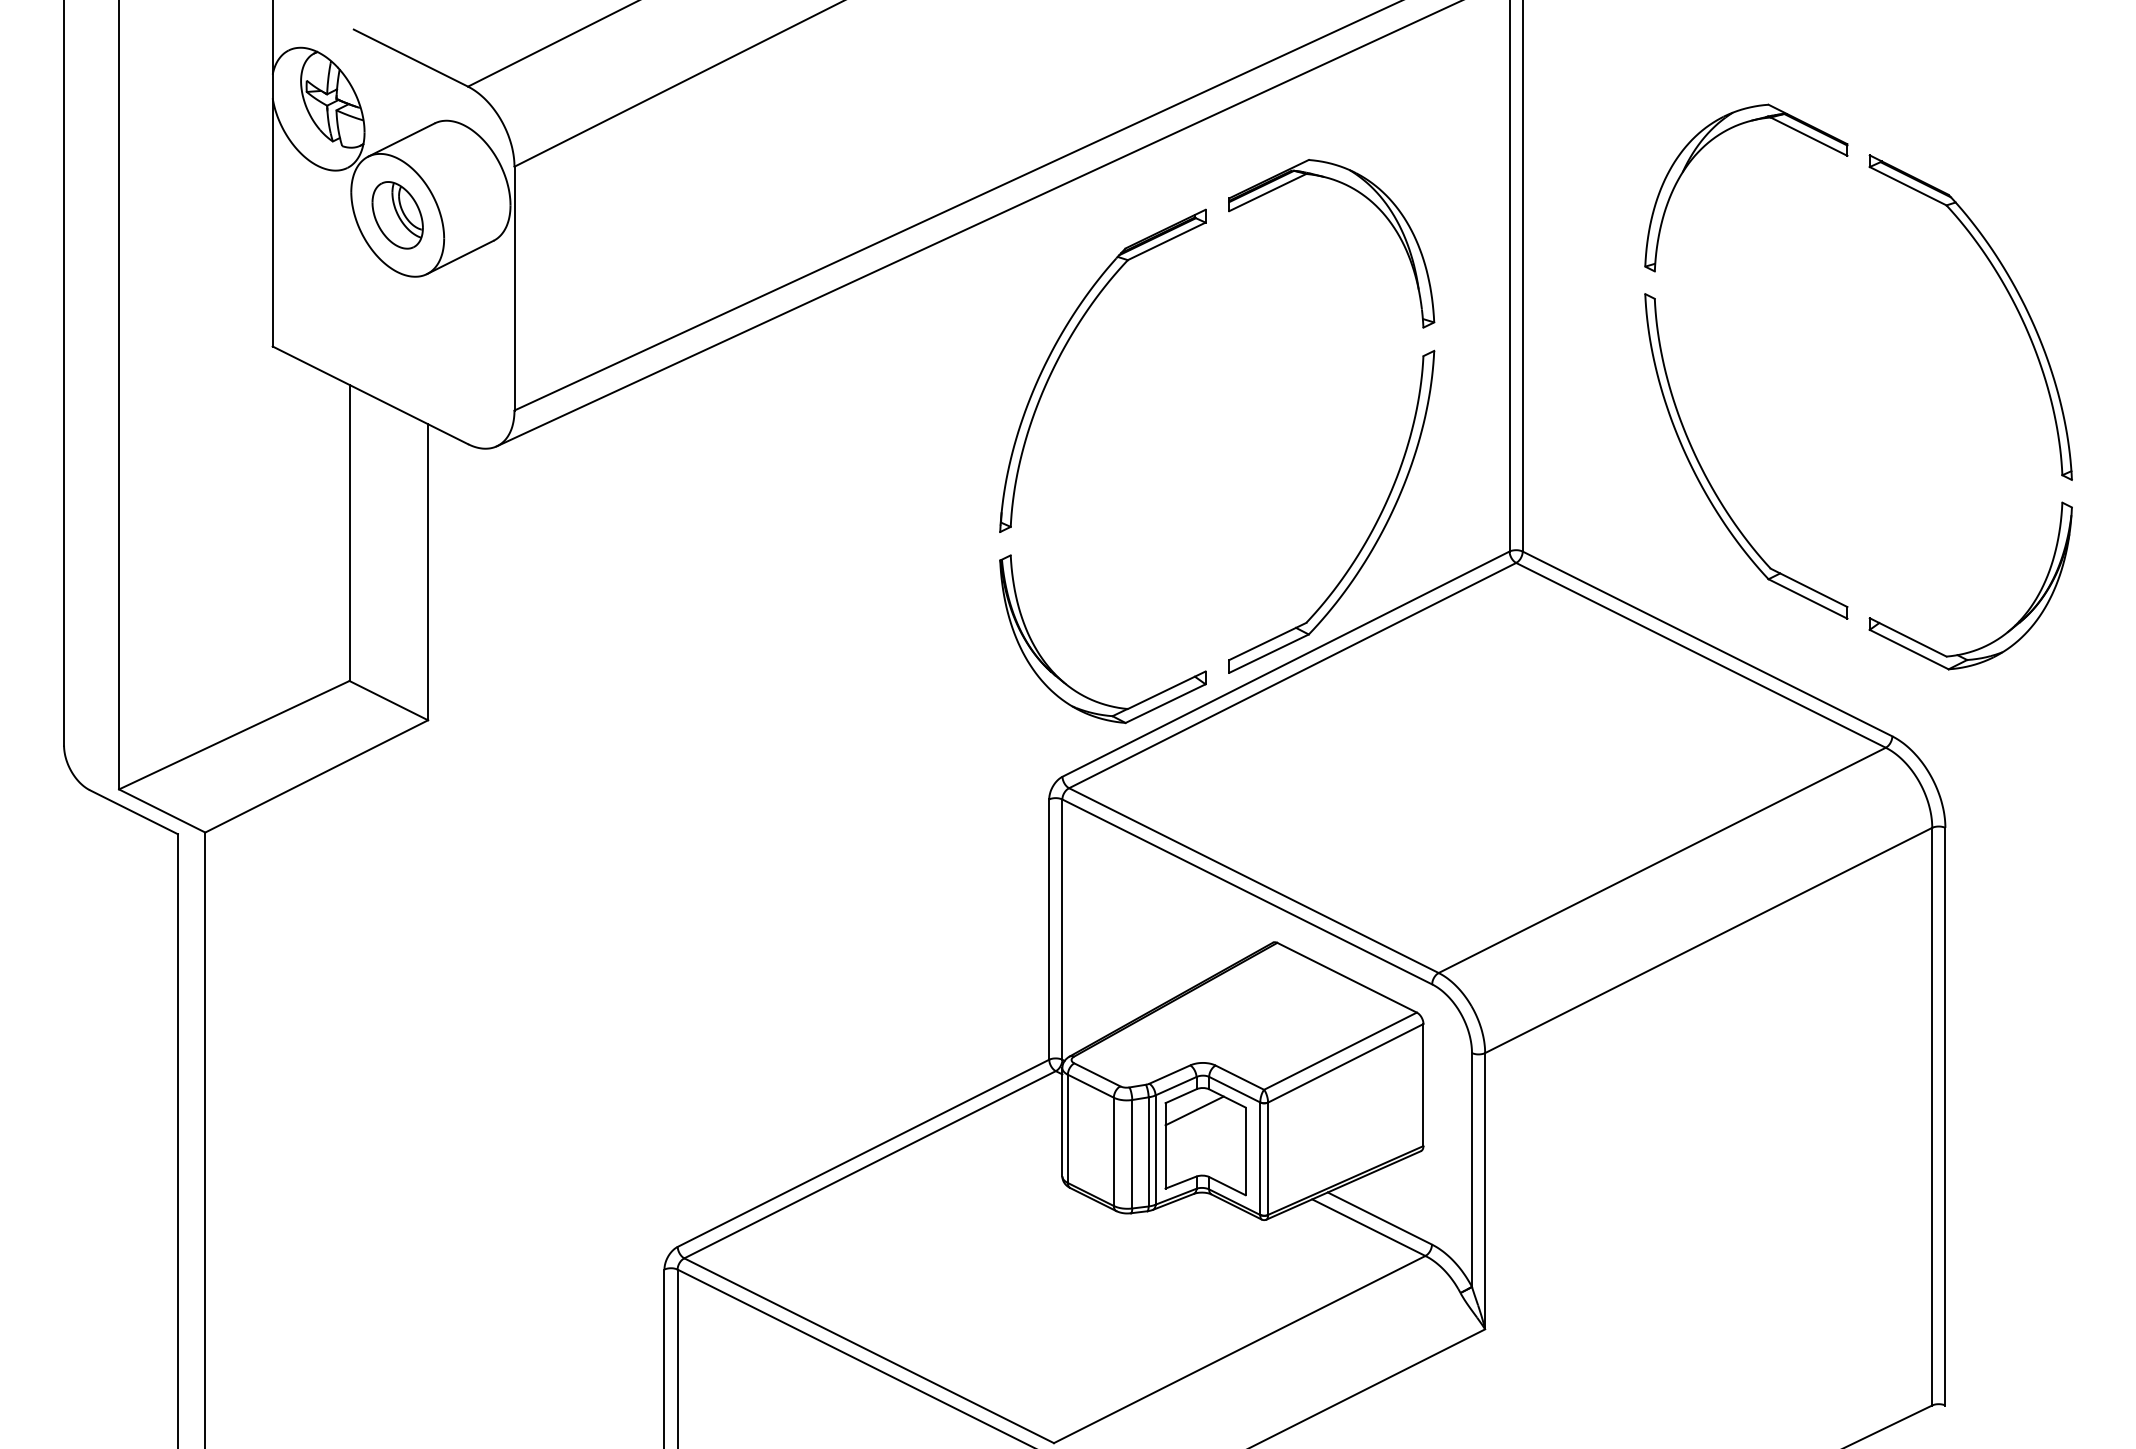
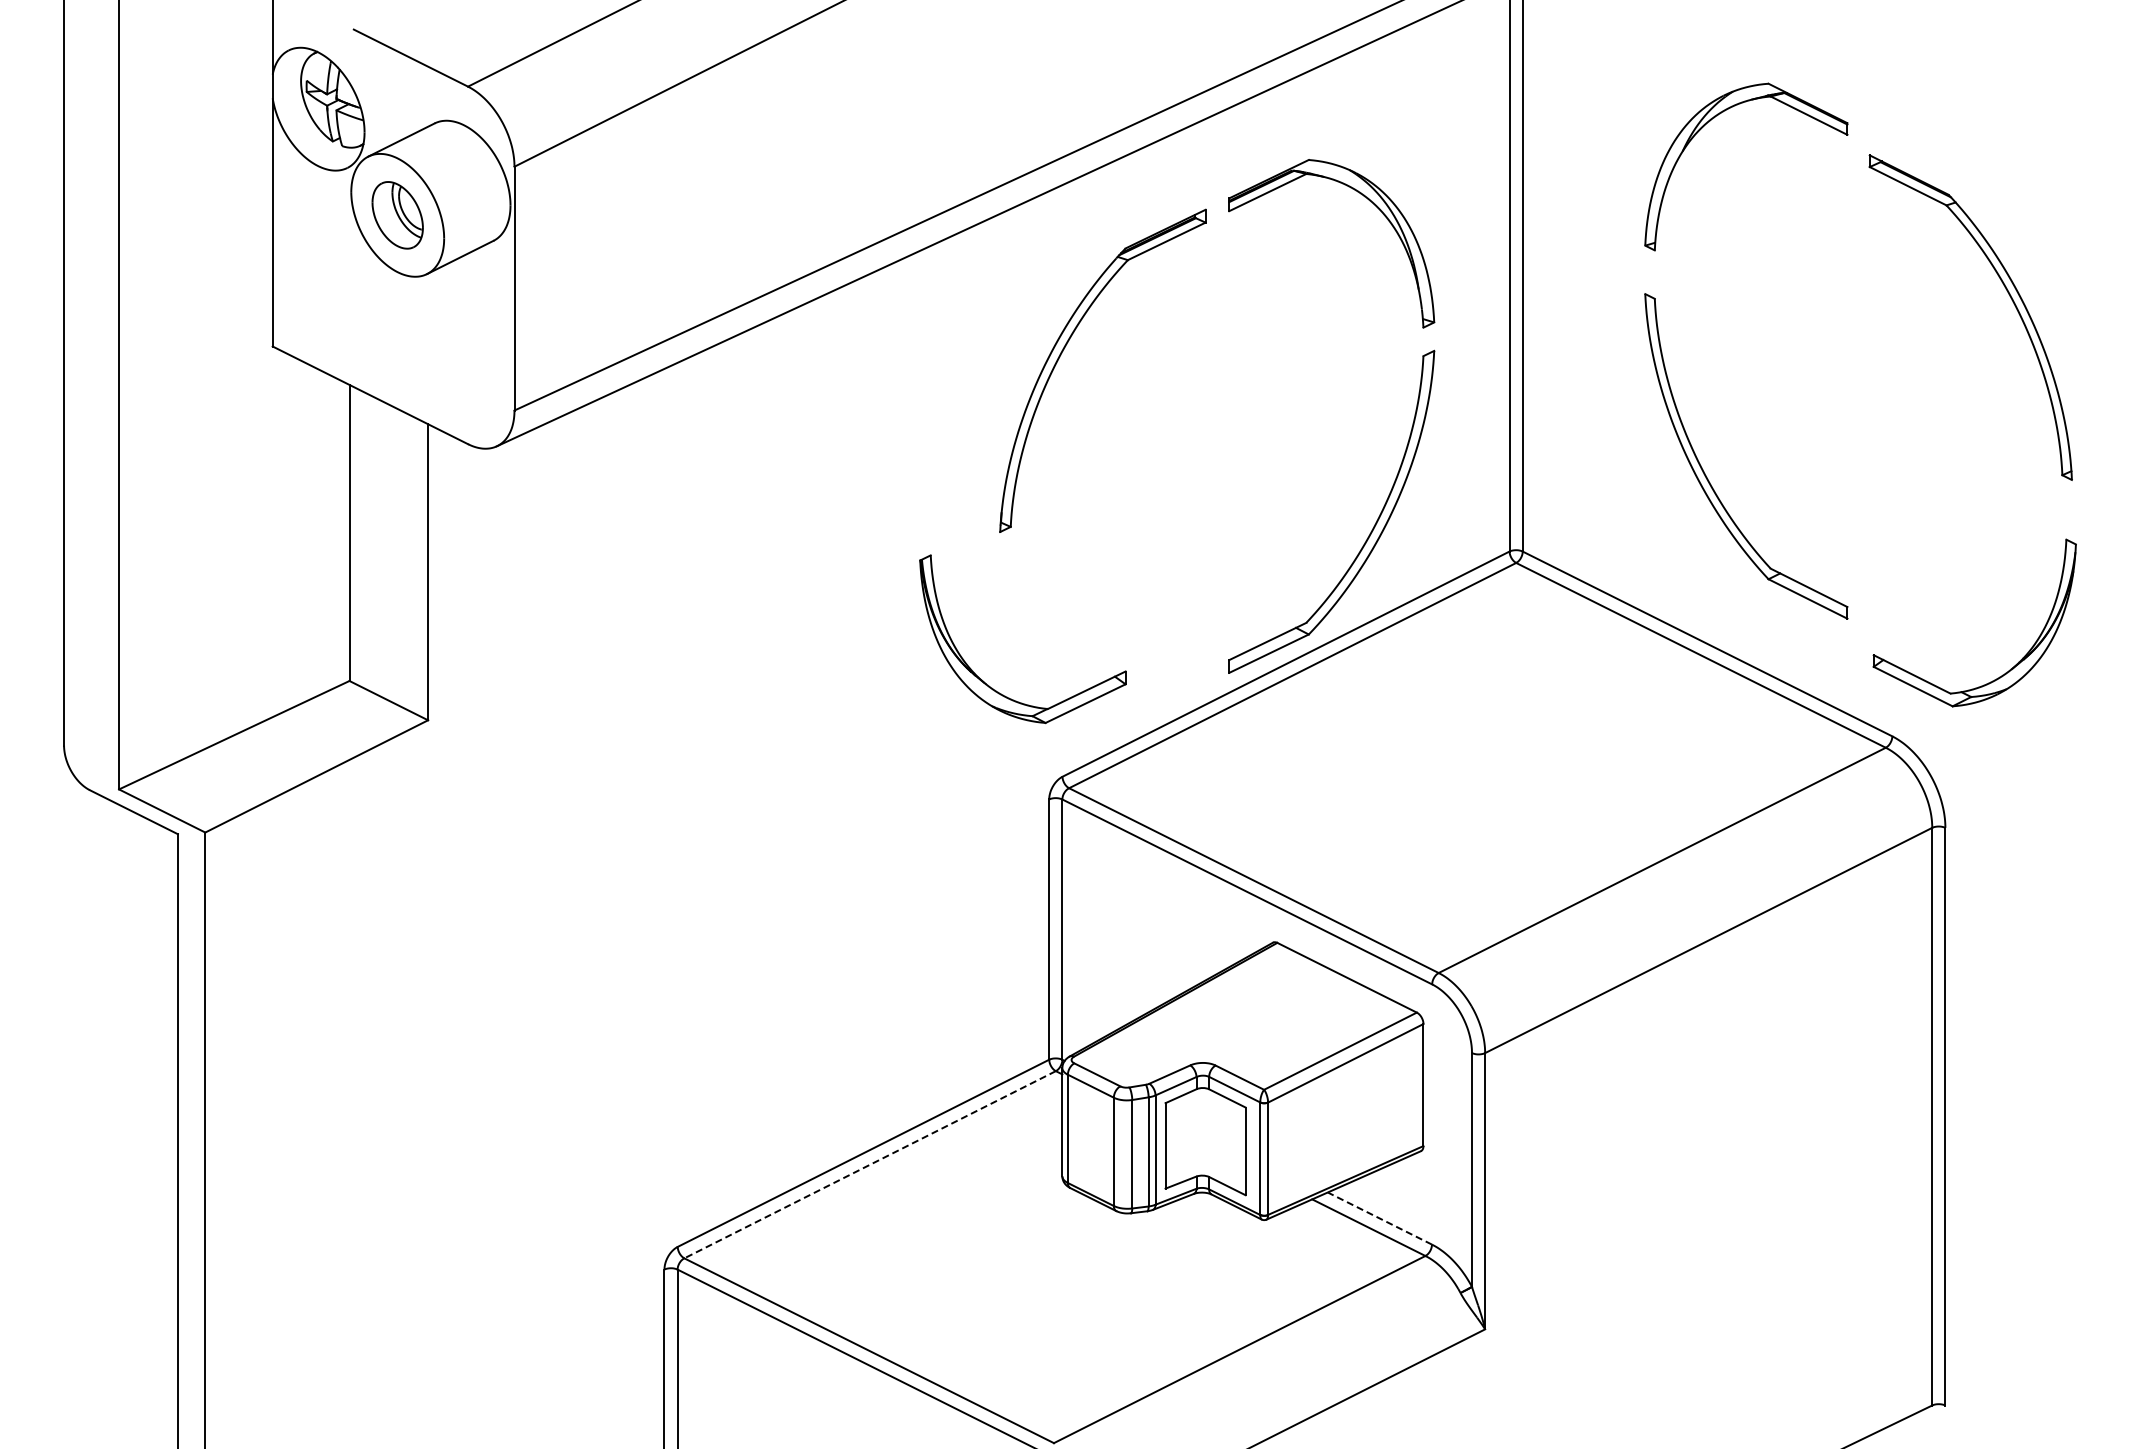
part at (1710, 142) position: (1710, 142) -> (1710, 121)
part at (2006, 631) position: (2006, 631) -> (2010, 668)
part at (1062, 679) position: (1062, 679) -> (982, 679)
line at (1194, 1110): present -> none
line at (870, 1164): solid -> dashed
line at (1379, 1218): solid -> dashed
